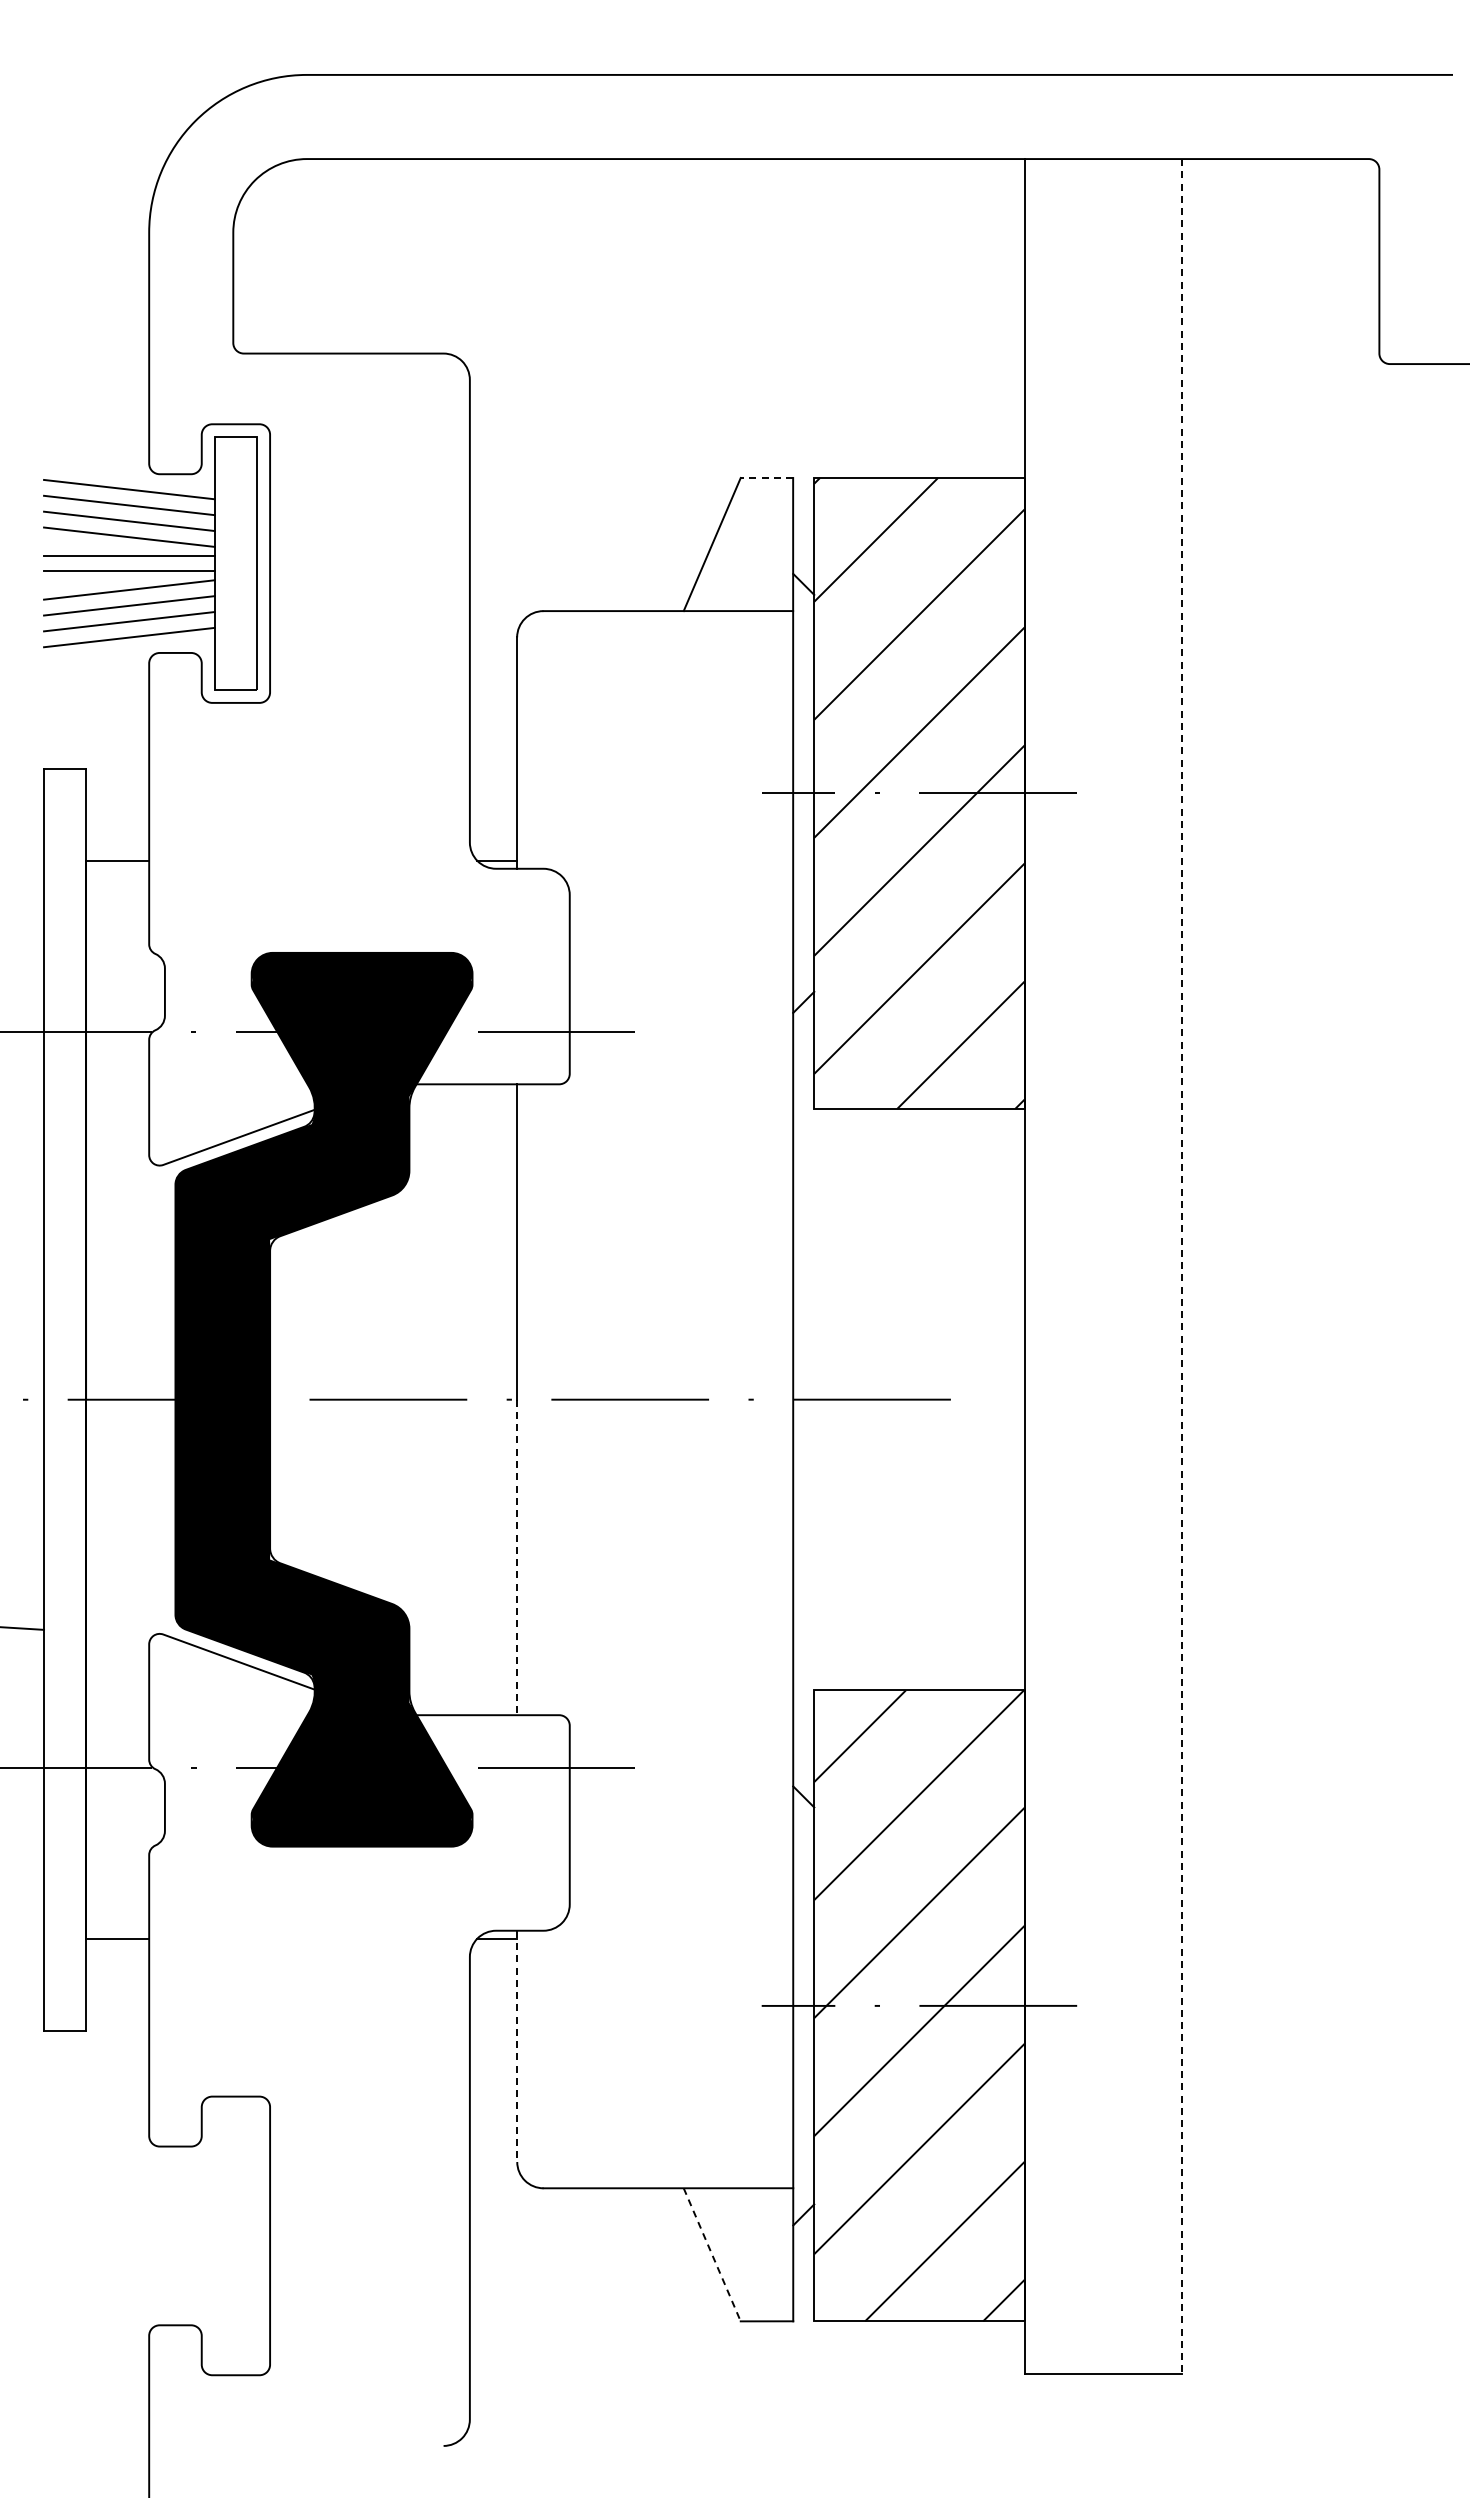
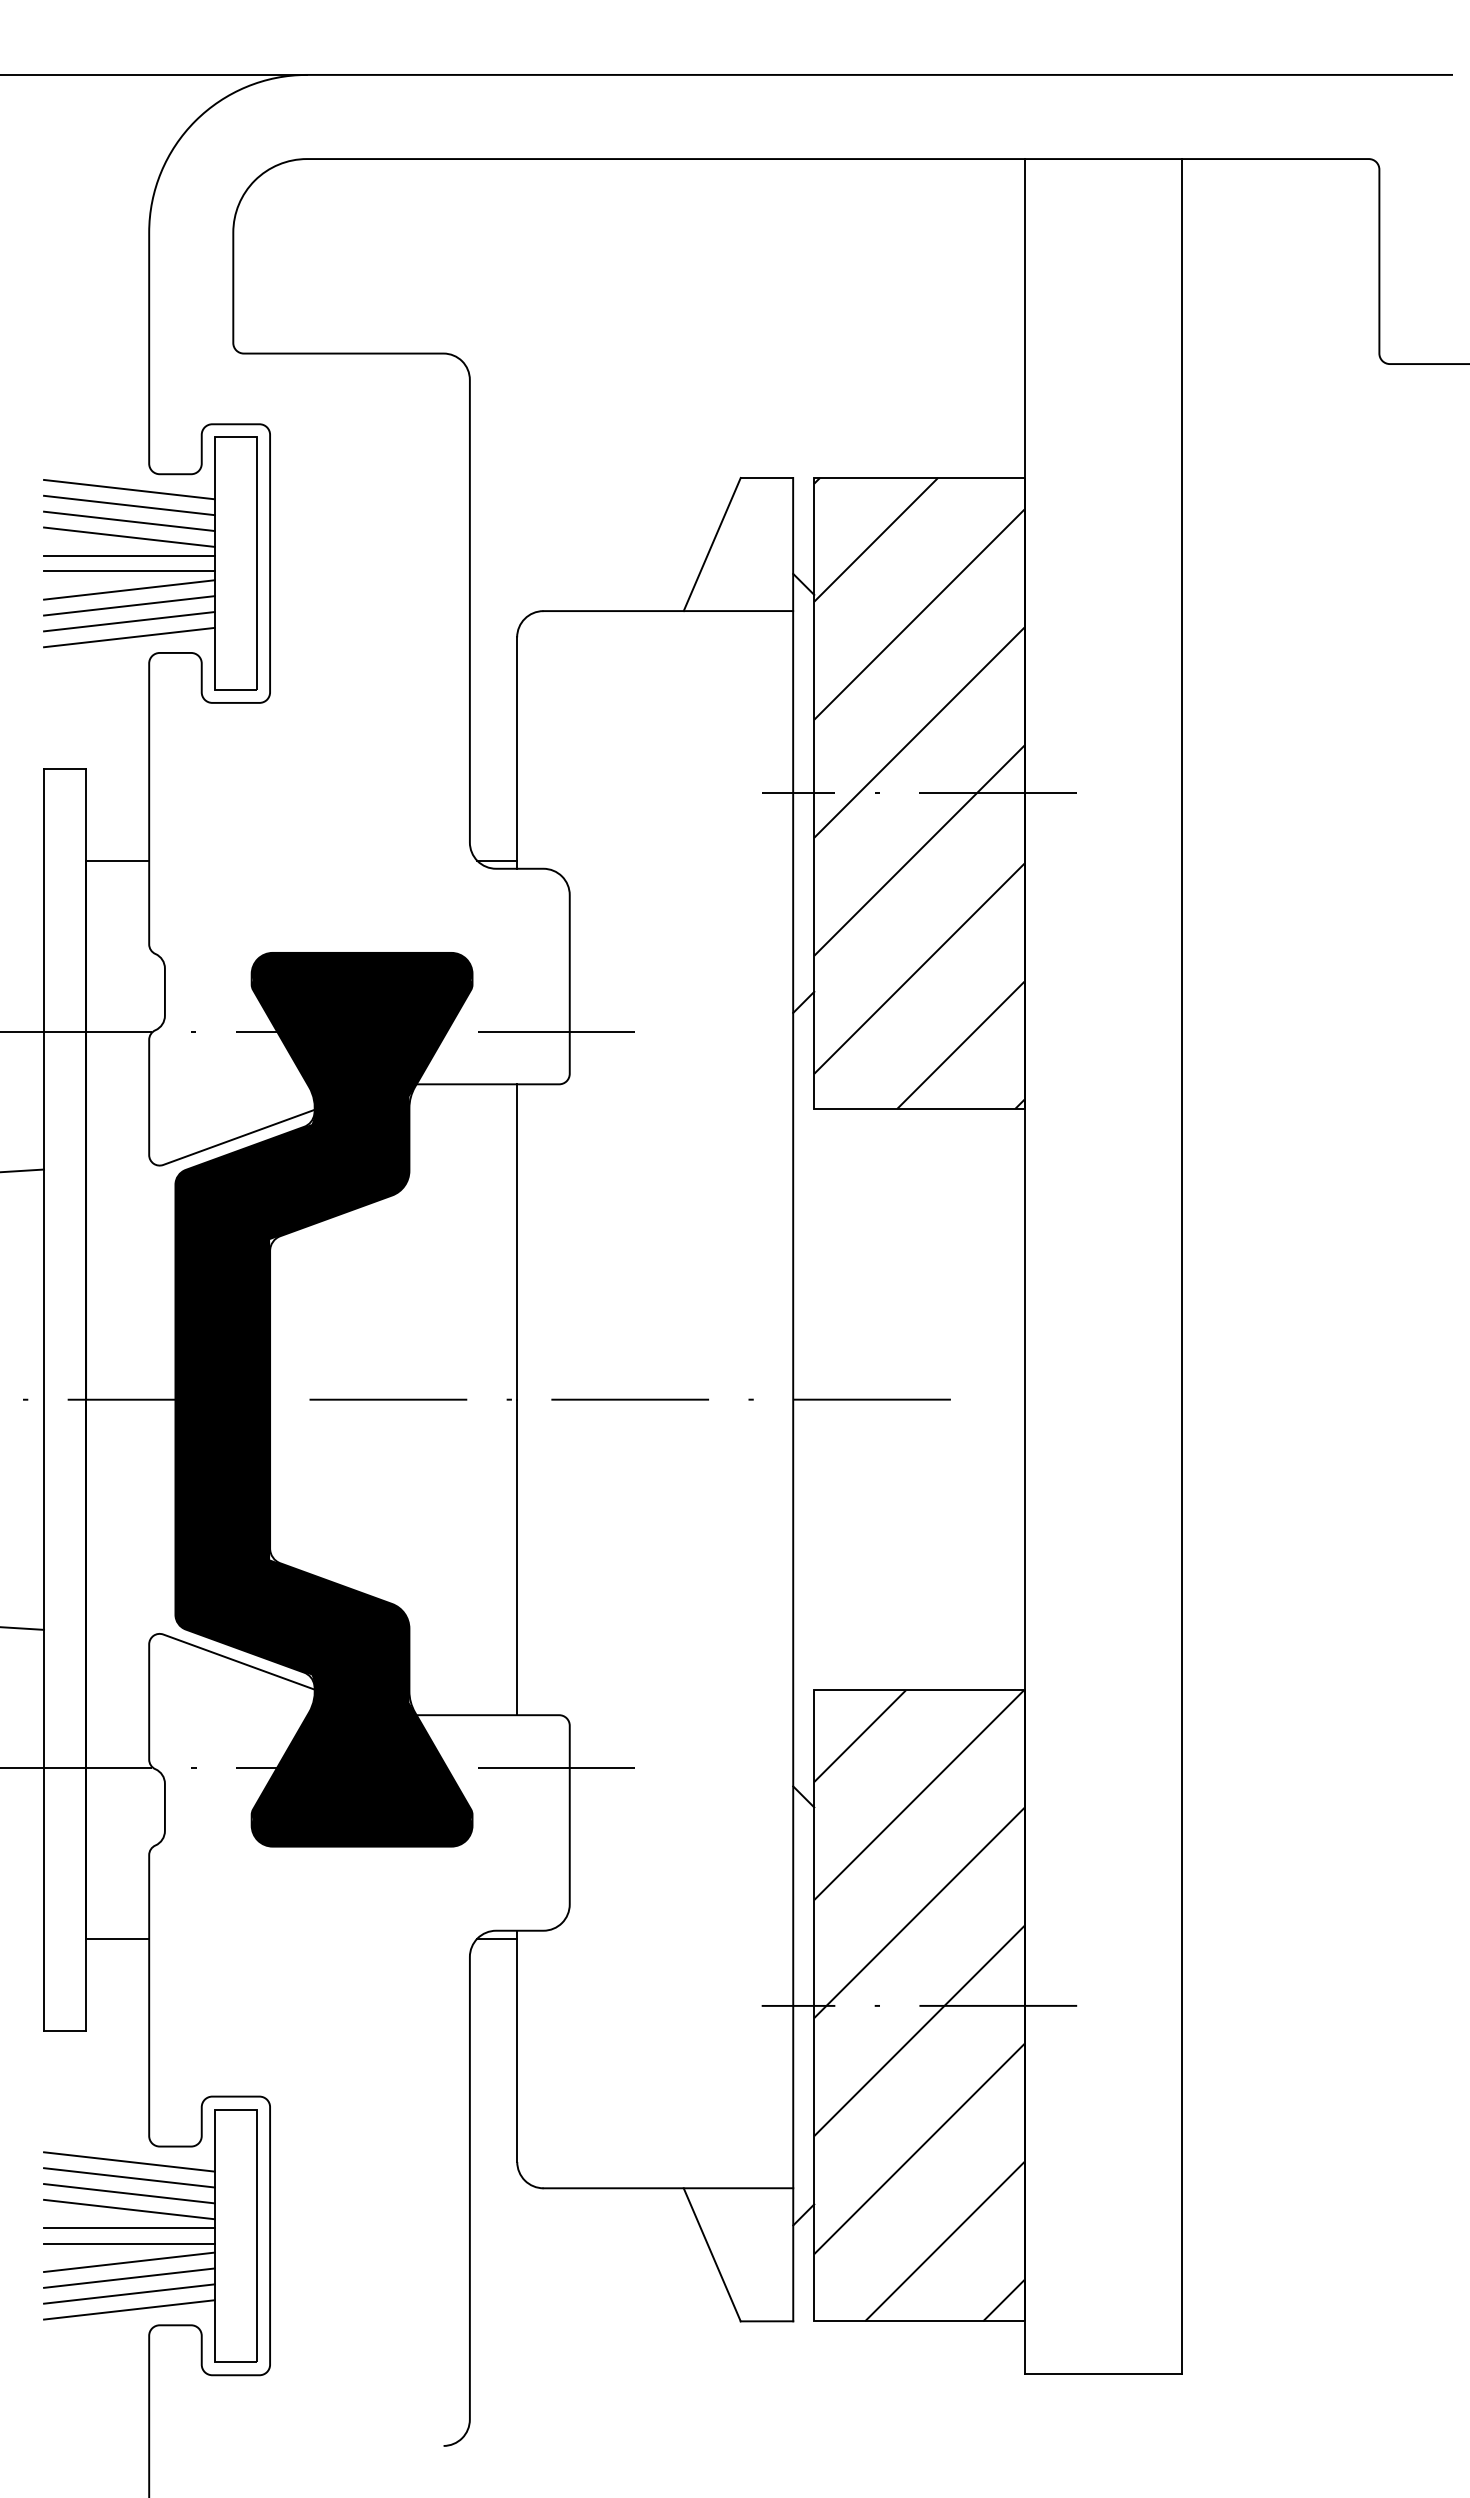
line at (154, 74): none -> present
line at (766, 478): dashed -> solid
line at (23, 1170): none -> present
line at (1182, 1266): dashed -> solid
line at (517, 1557): dashed -> solid
line at (517, 2046): dashed -> solid
part at (150, 2228): none -> present
line at (712, 2255): dashed -> solid
